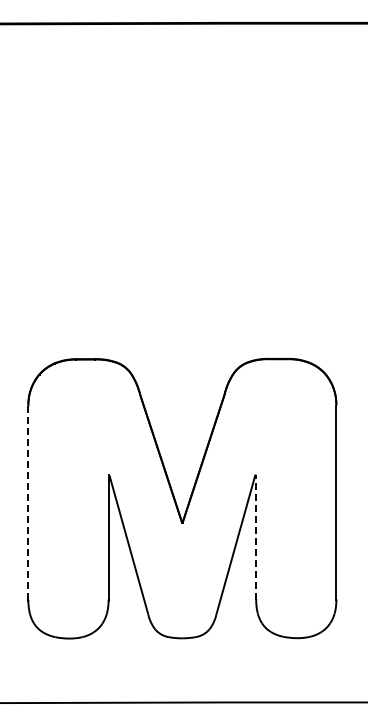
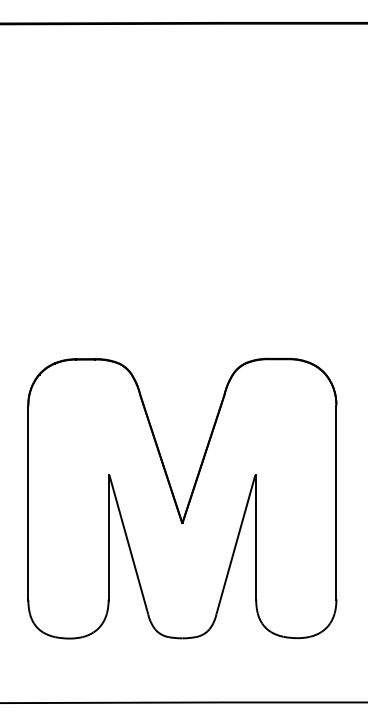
line at (28, 503): dashed -> solid
line at (256, 536): dashed -> solid
